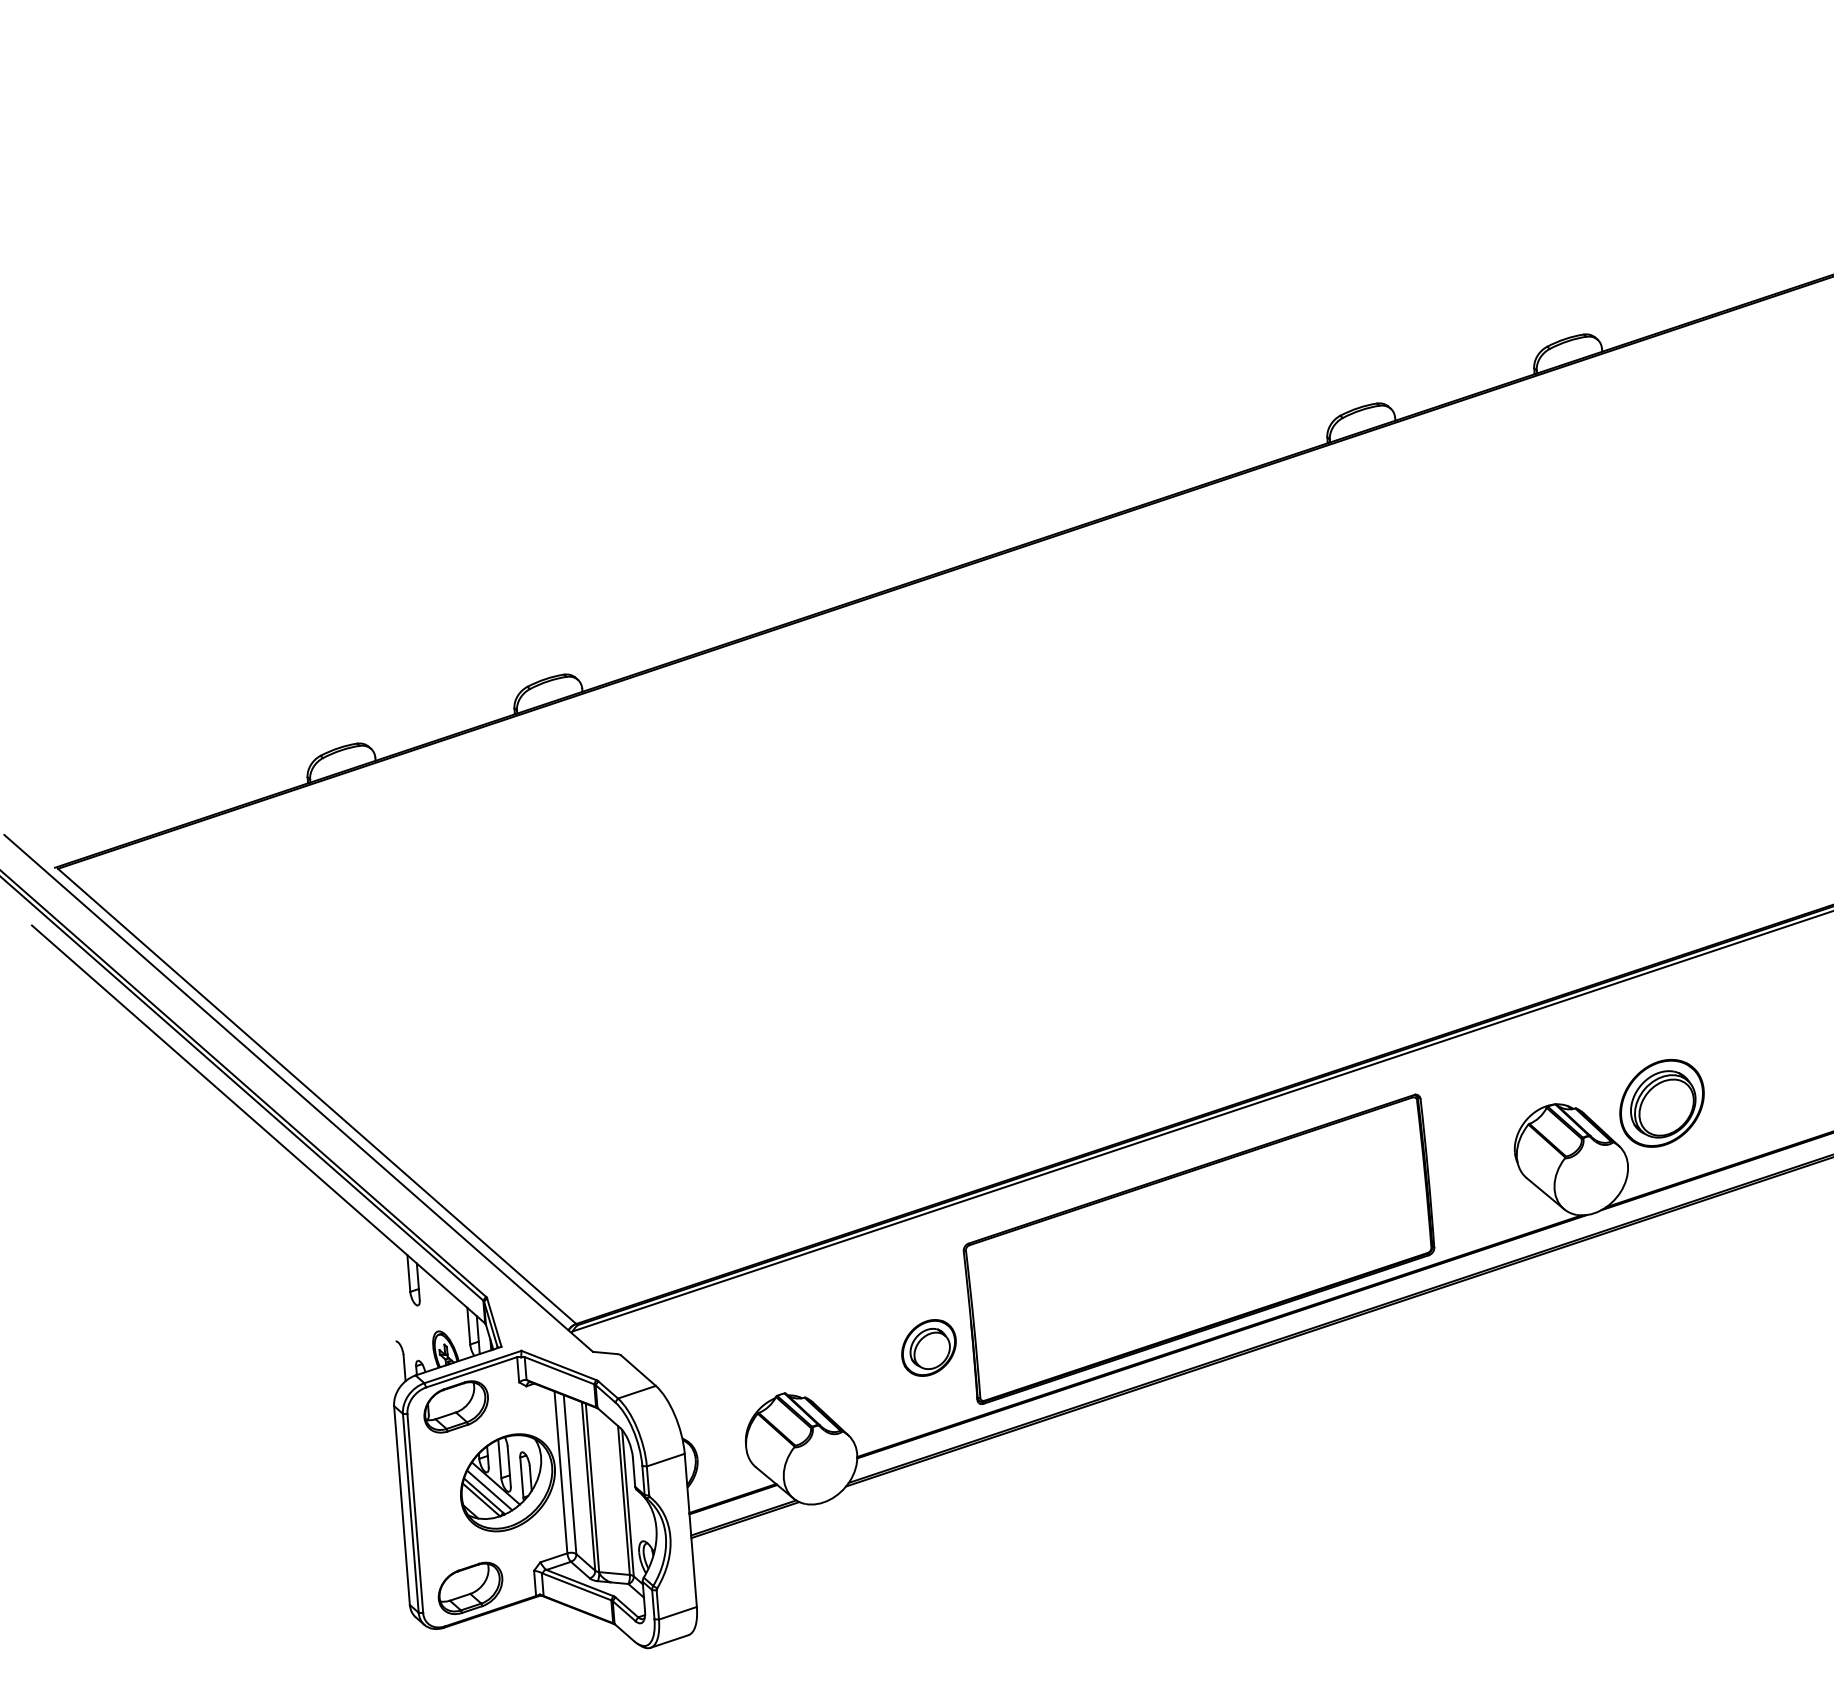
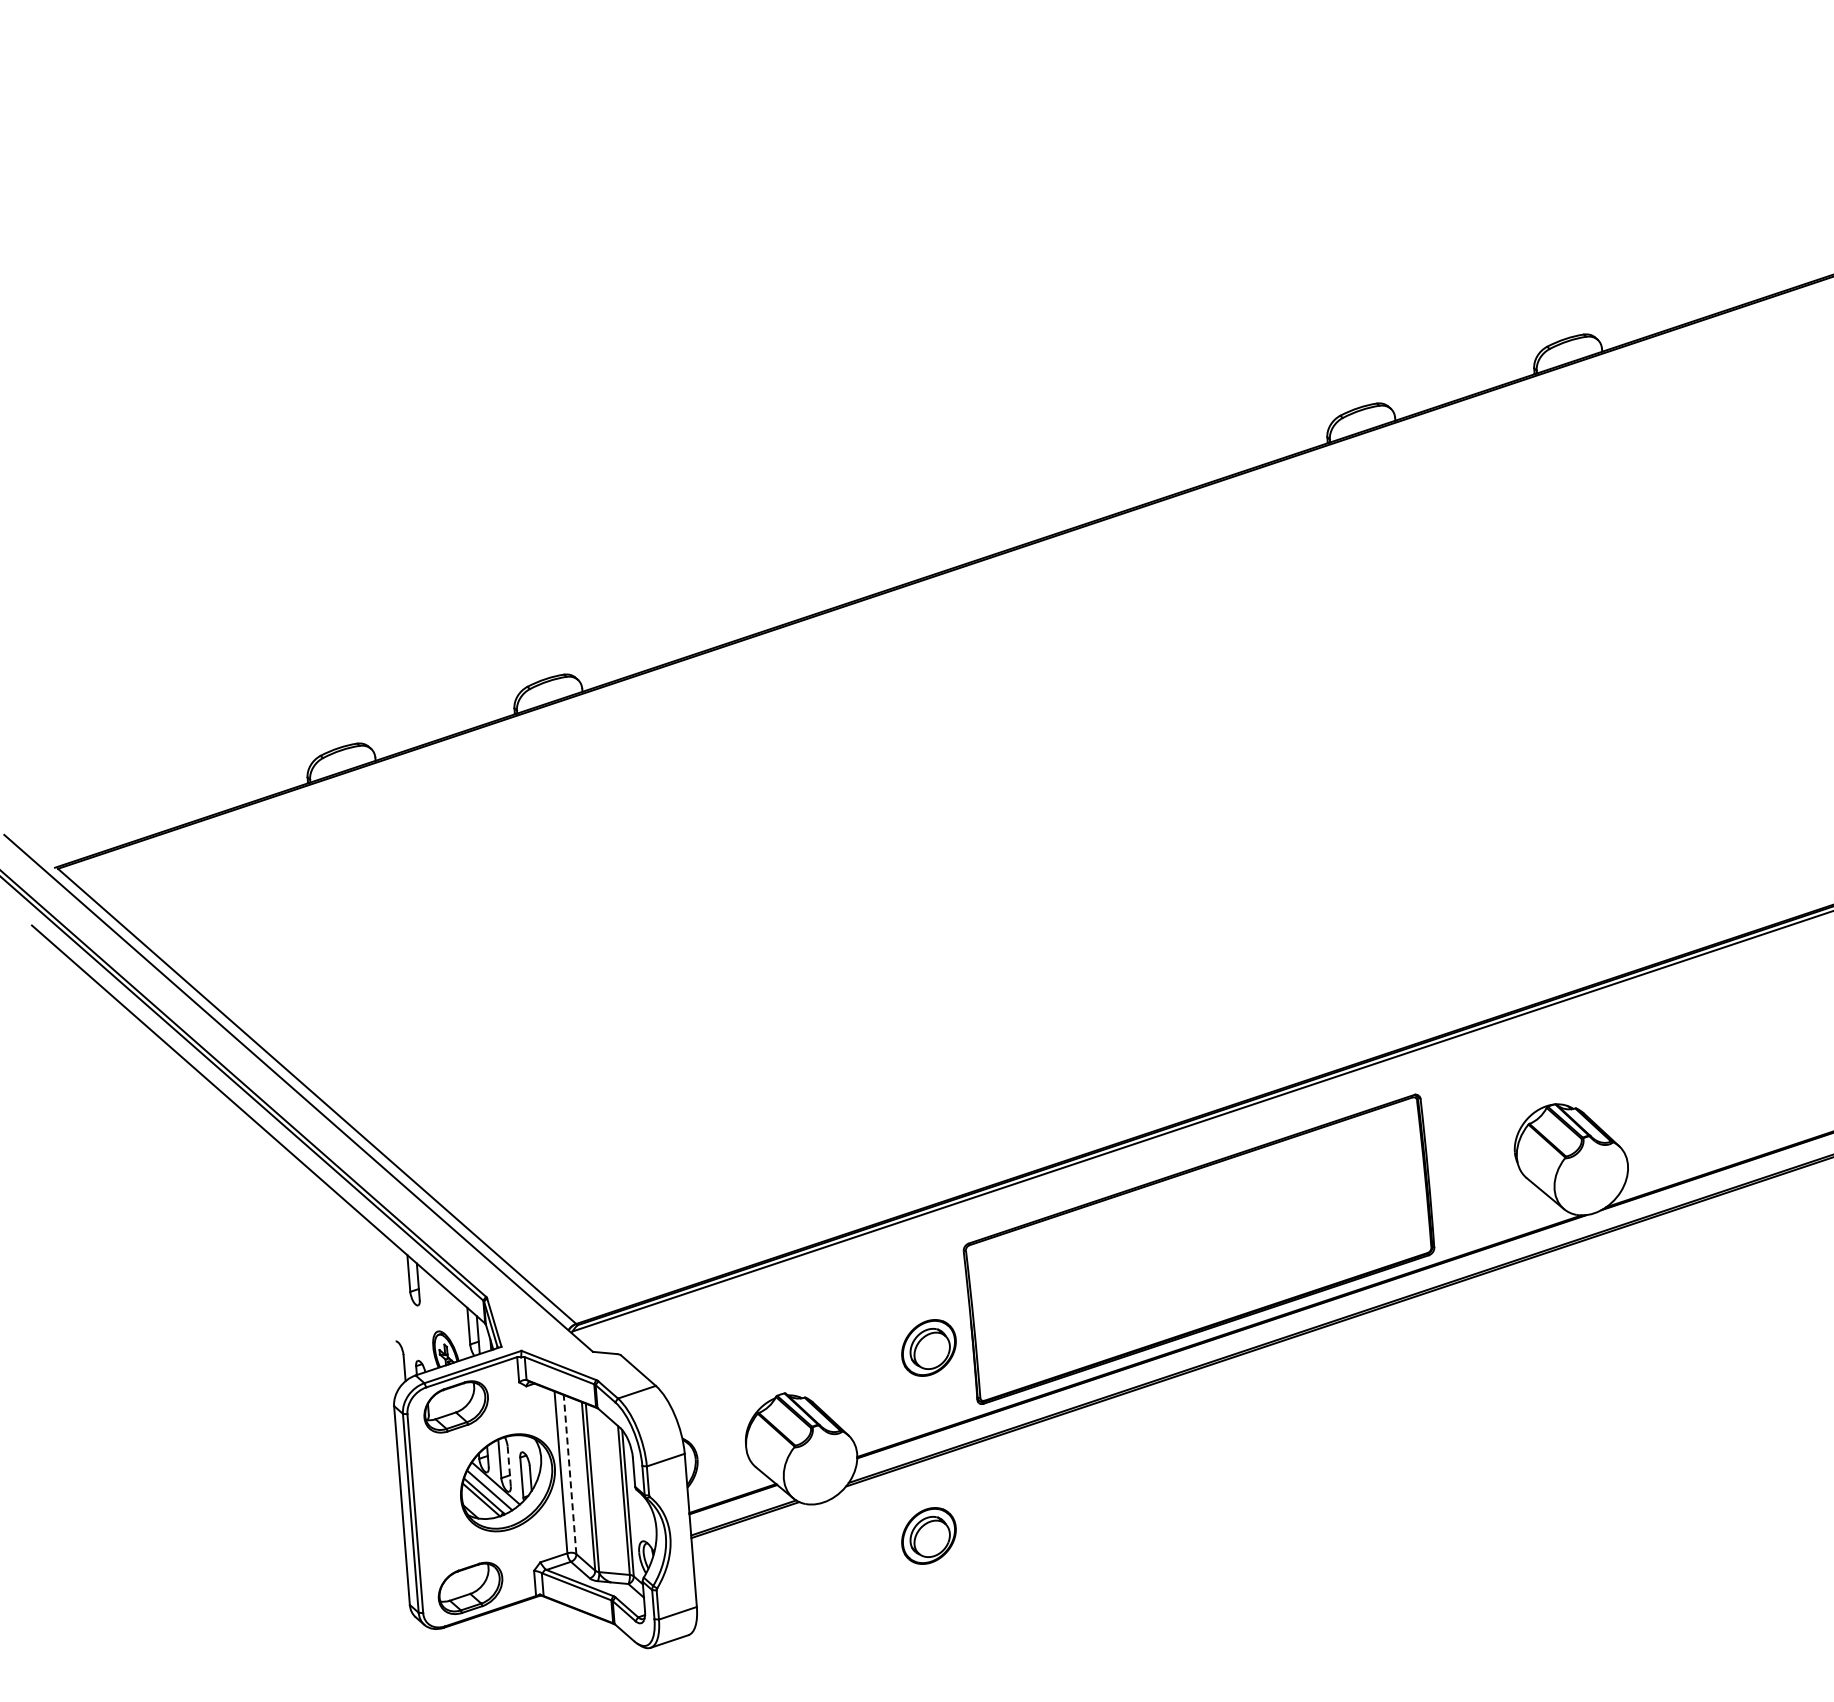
part at (1661, 1102): present -> none
line at (509, 1466): solid -> dashed
line at (570, 1474): solid -> dashed
part at (928, 1535): none -> present
